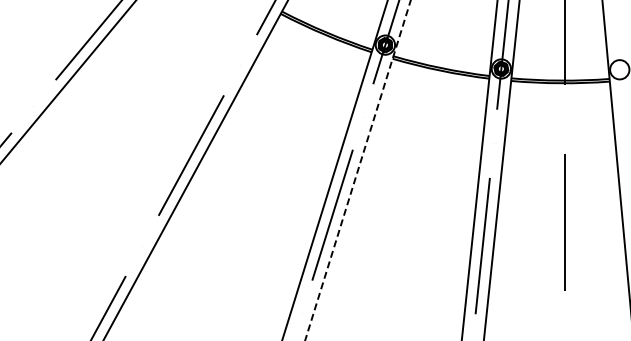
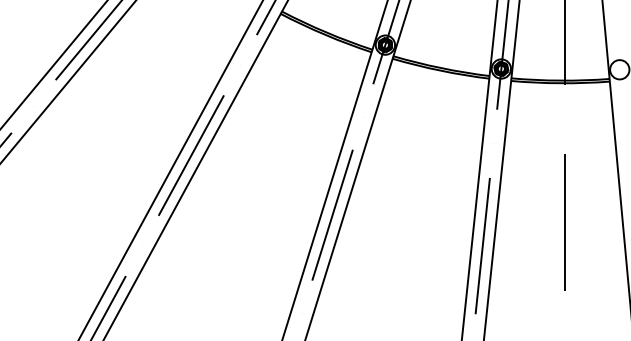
line at (54, 64): none -> present
line at (171, 169): none -> present
line at (358, 169): dashed -> solid
